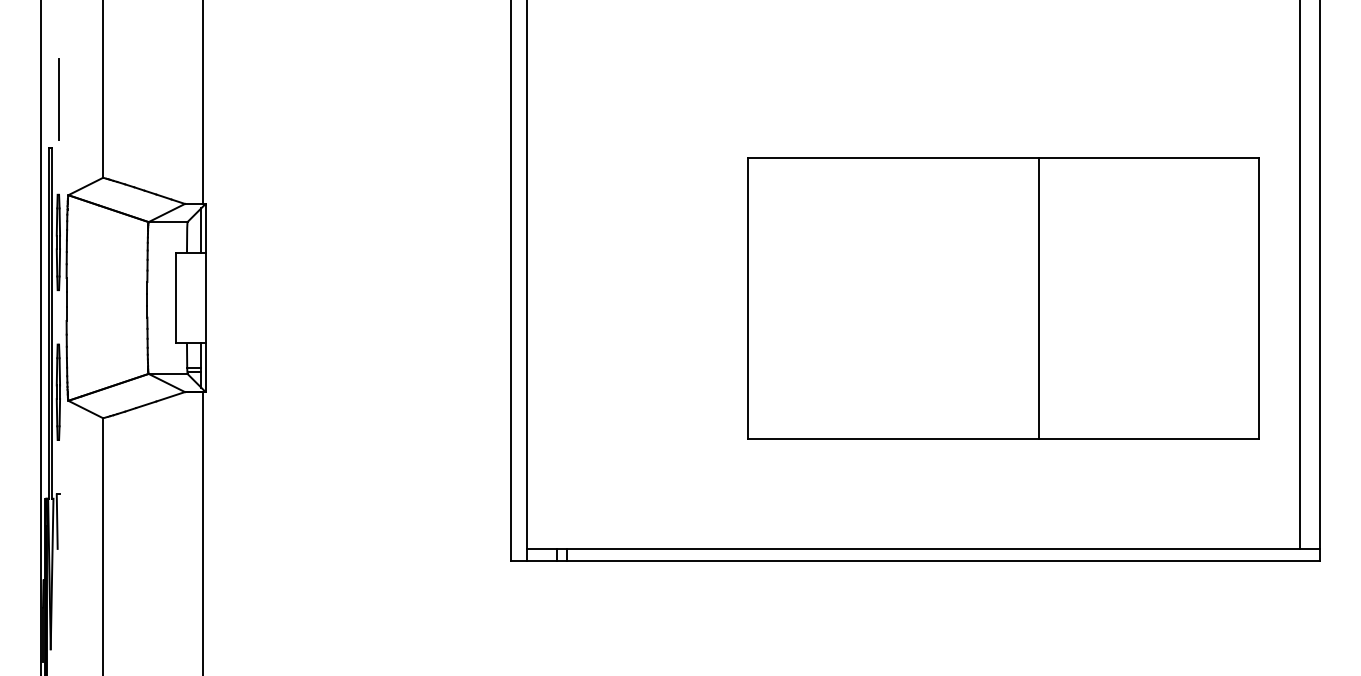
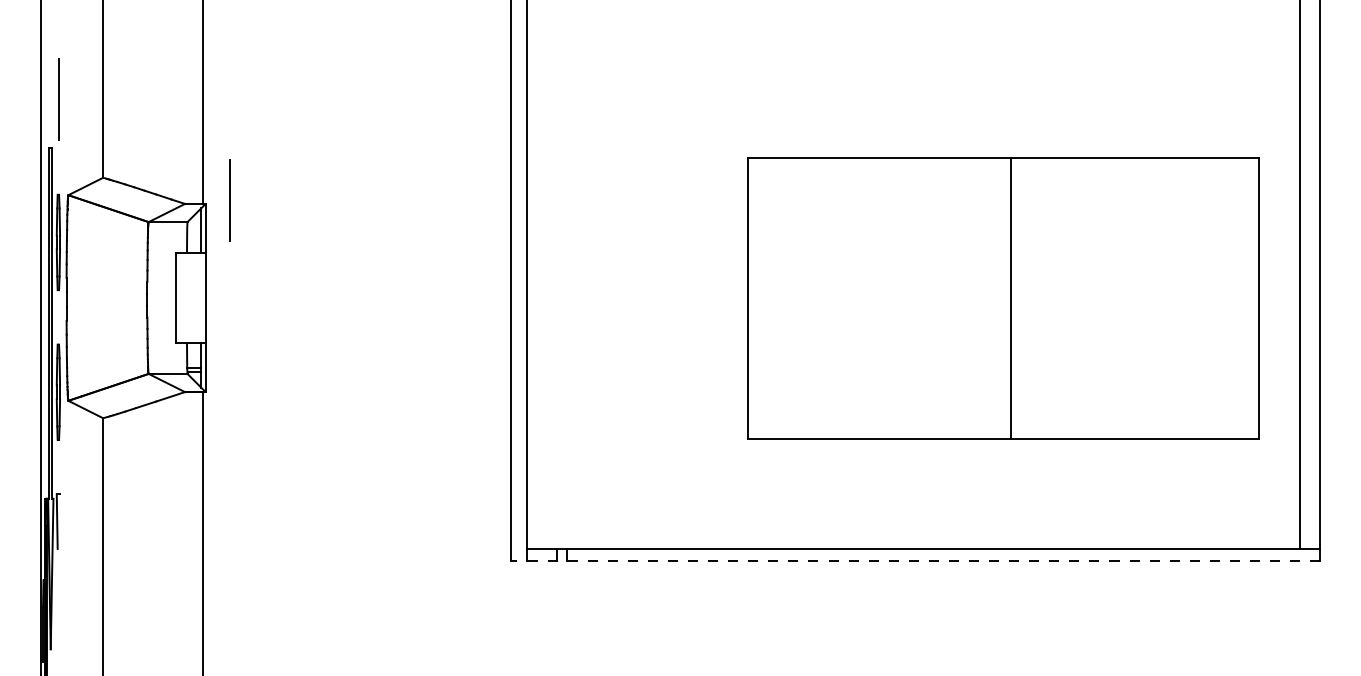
line at (229, 200): none -> present
line at (1038, 297) position: (1038, 297) -> (1010, 297)
line at (915, 560): solid -> dashed
